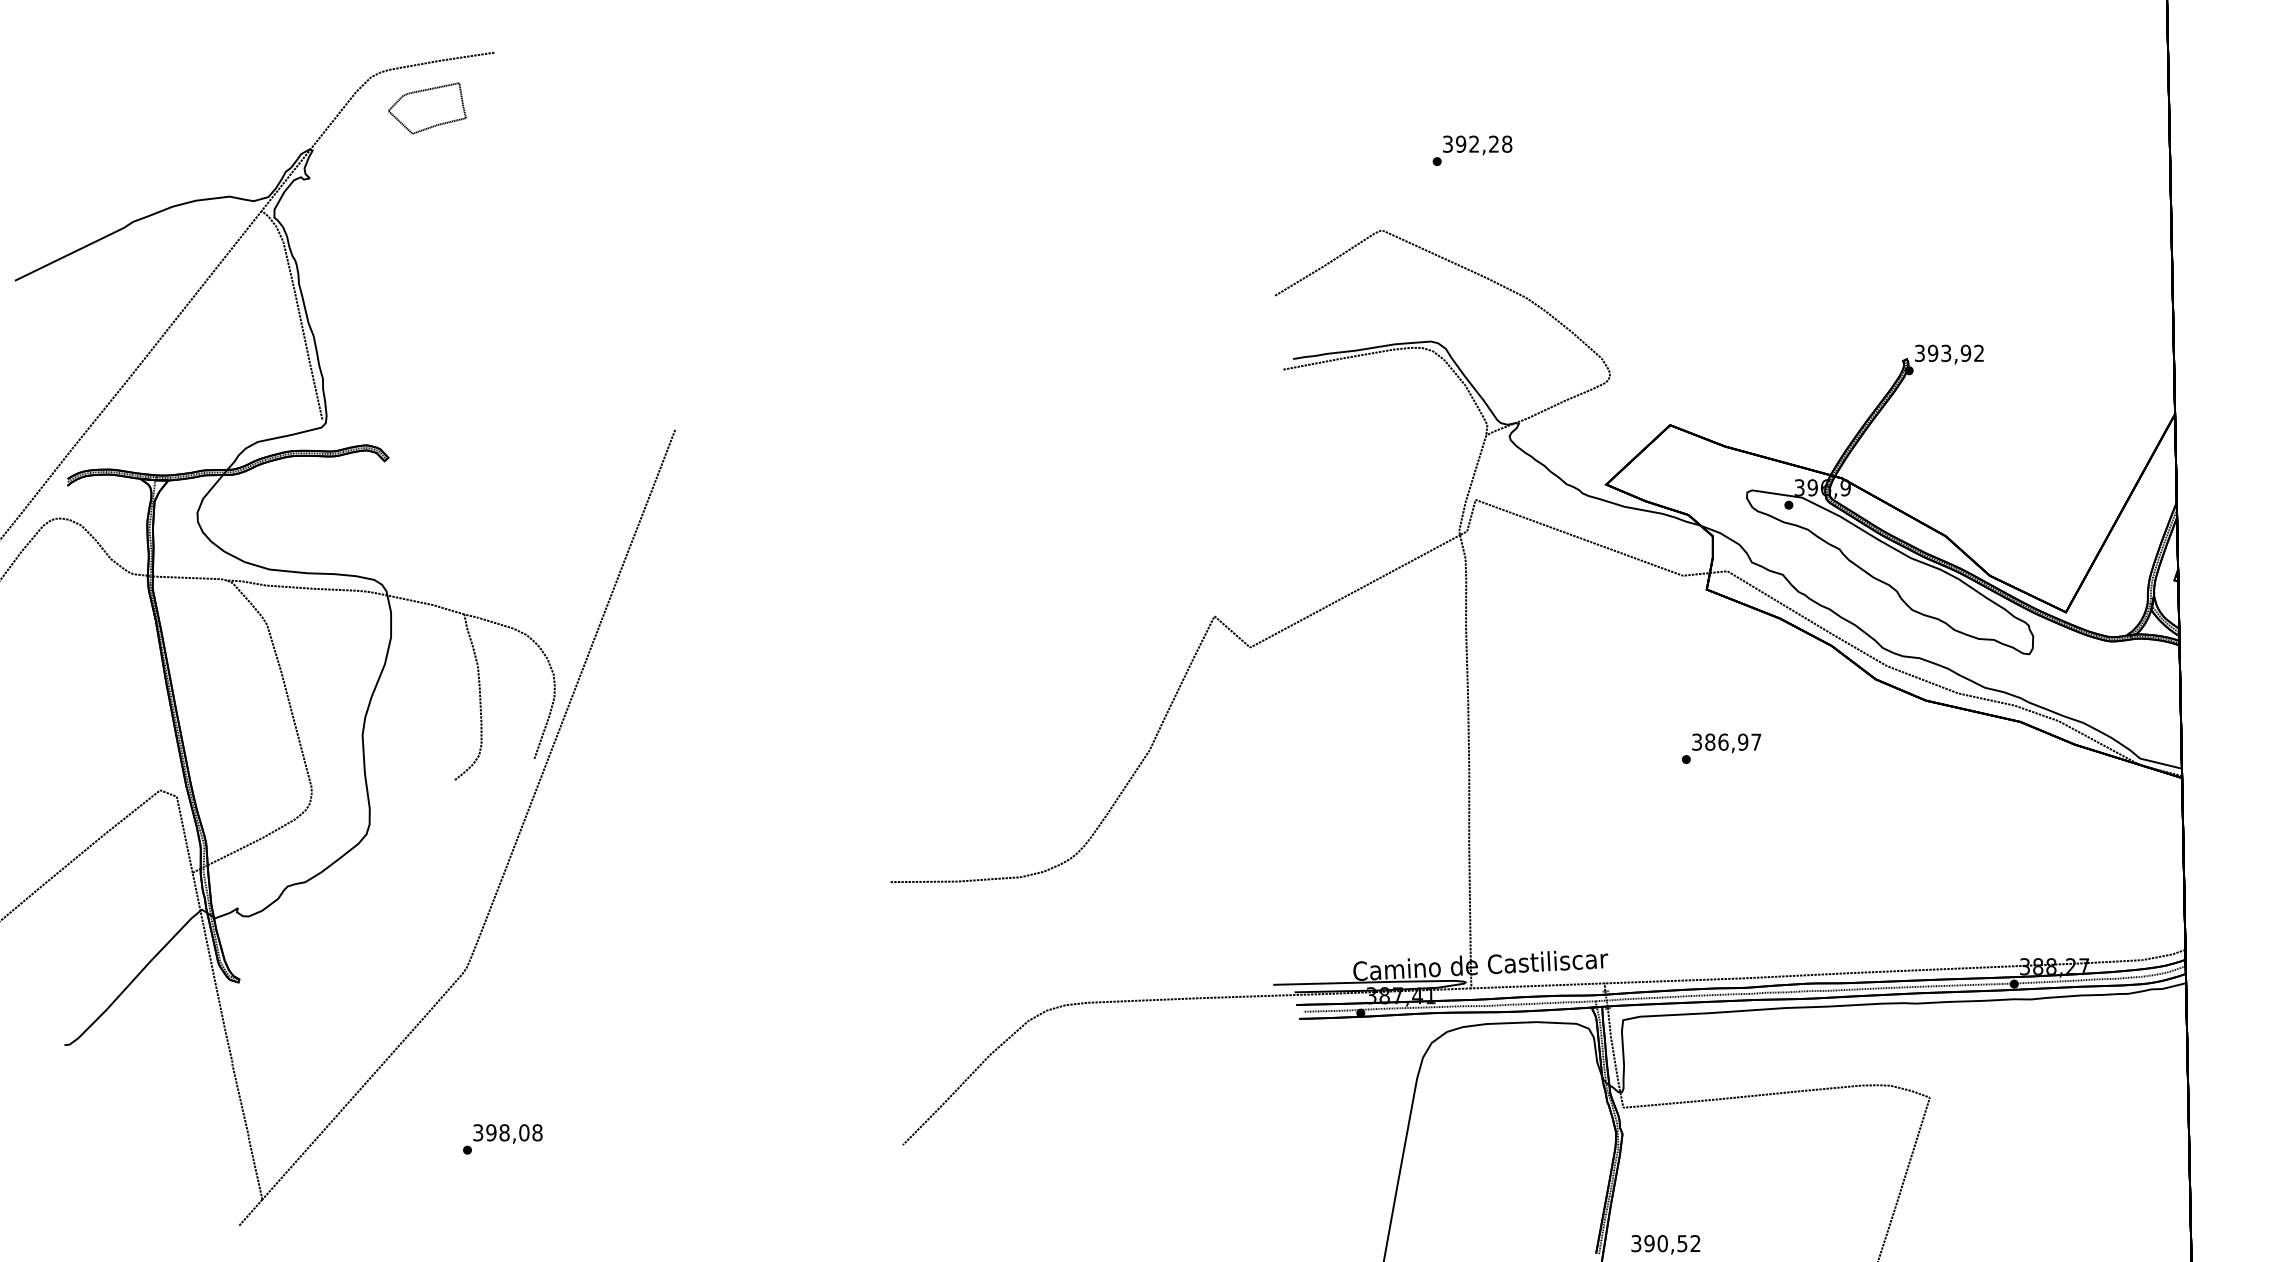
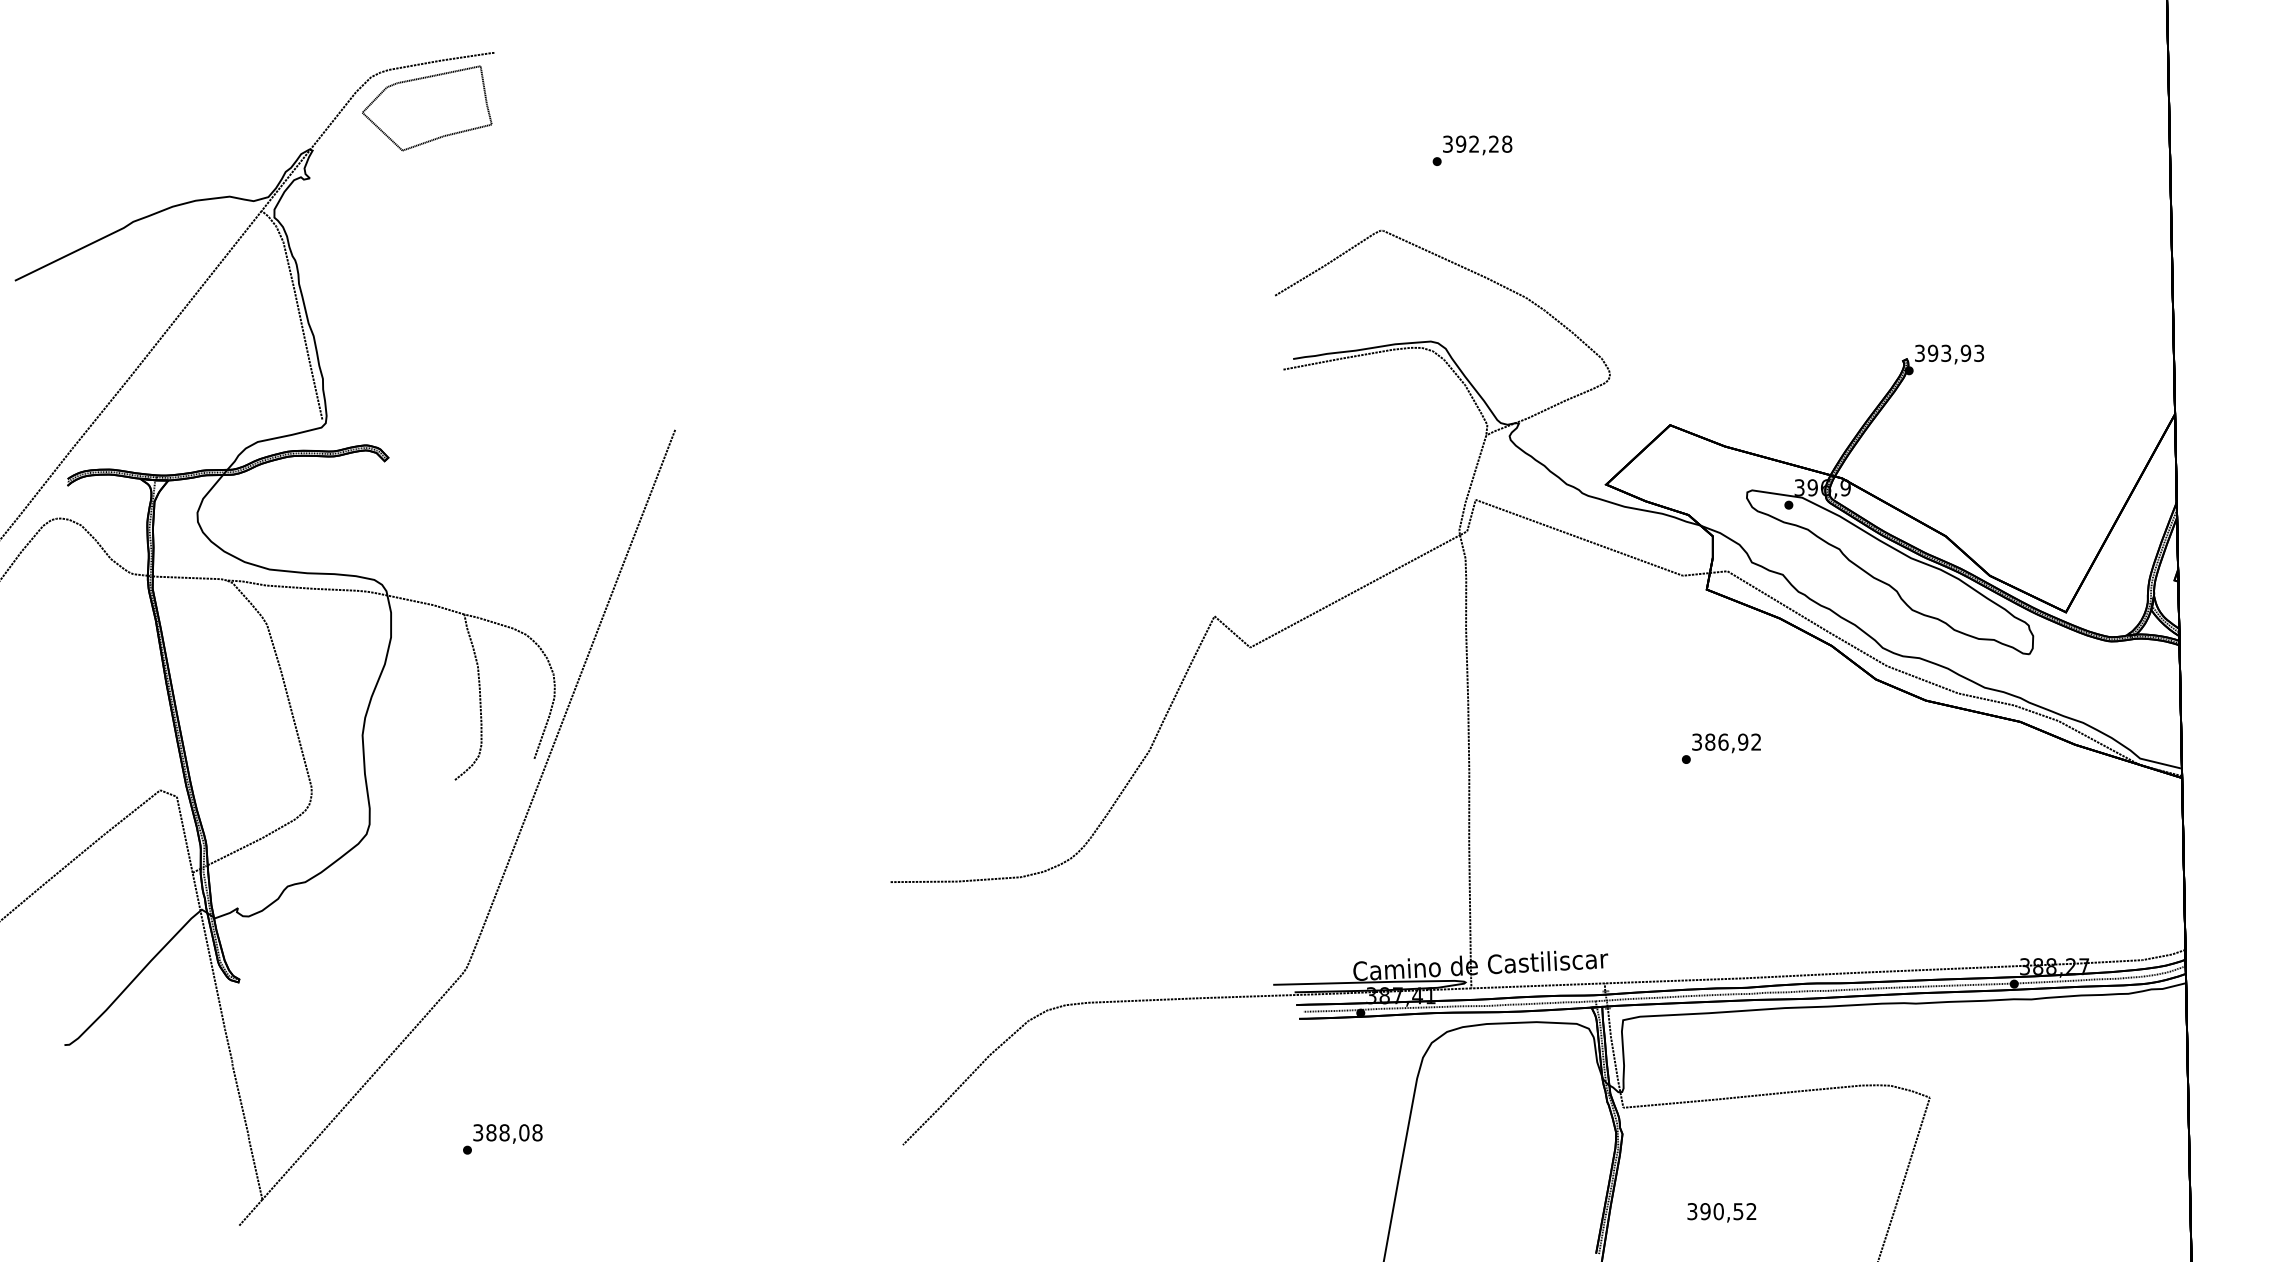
part at (427, 108) size: 79x53 px -> 131x87 px
text at (1979, 353): 393,92 -> 393,93
text at (1756, 741): 386,97 -> 386,92
text at (491, 1132): 398,08 -> 388,08
text at (1665, 1244) position: (1665, 1244) -> (1721, 1212)
